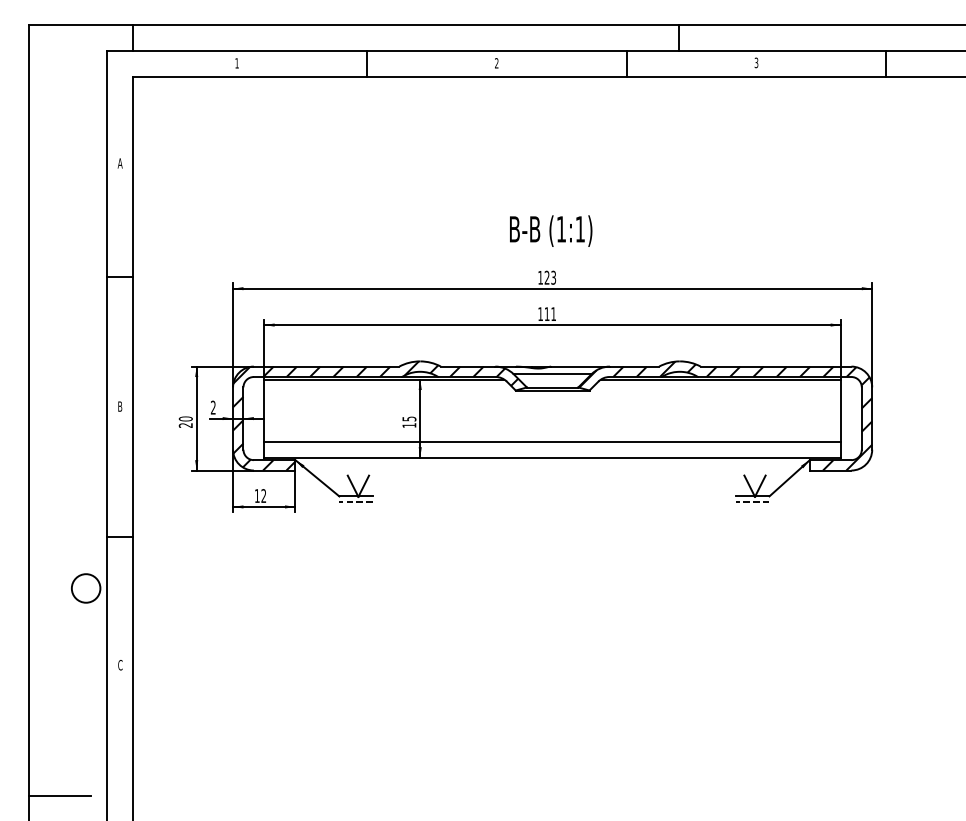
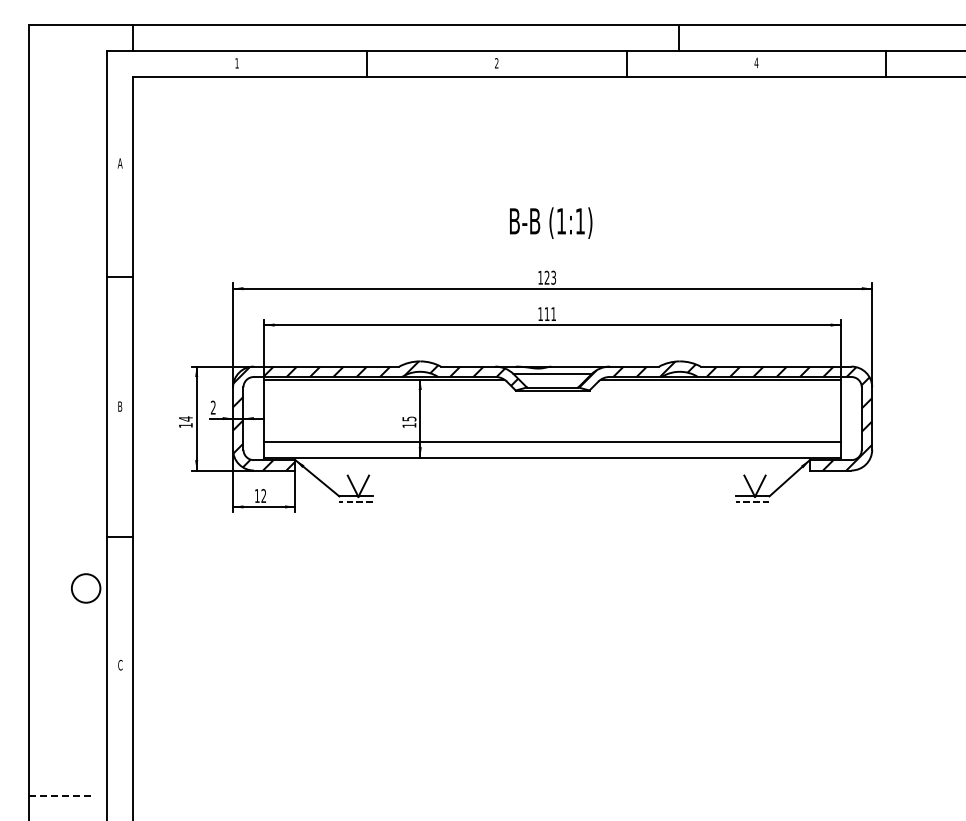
text at (756, 62): 3 -> 4
text at (551, 230) position: (551, 230) -> (551, 222)
text at (185, 421): 20 -> 14
line at (59, 796): solid -> dashed
